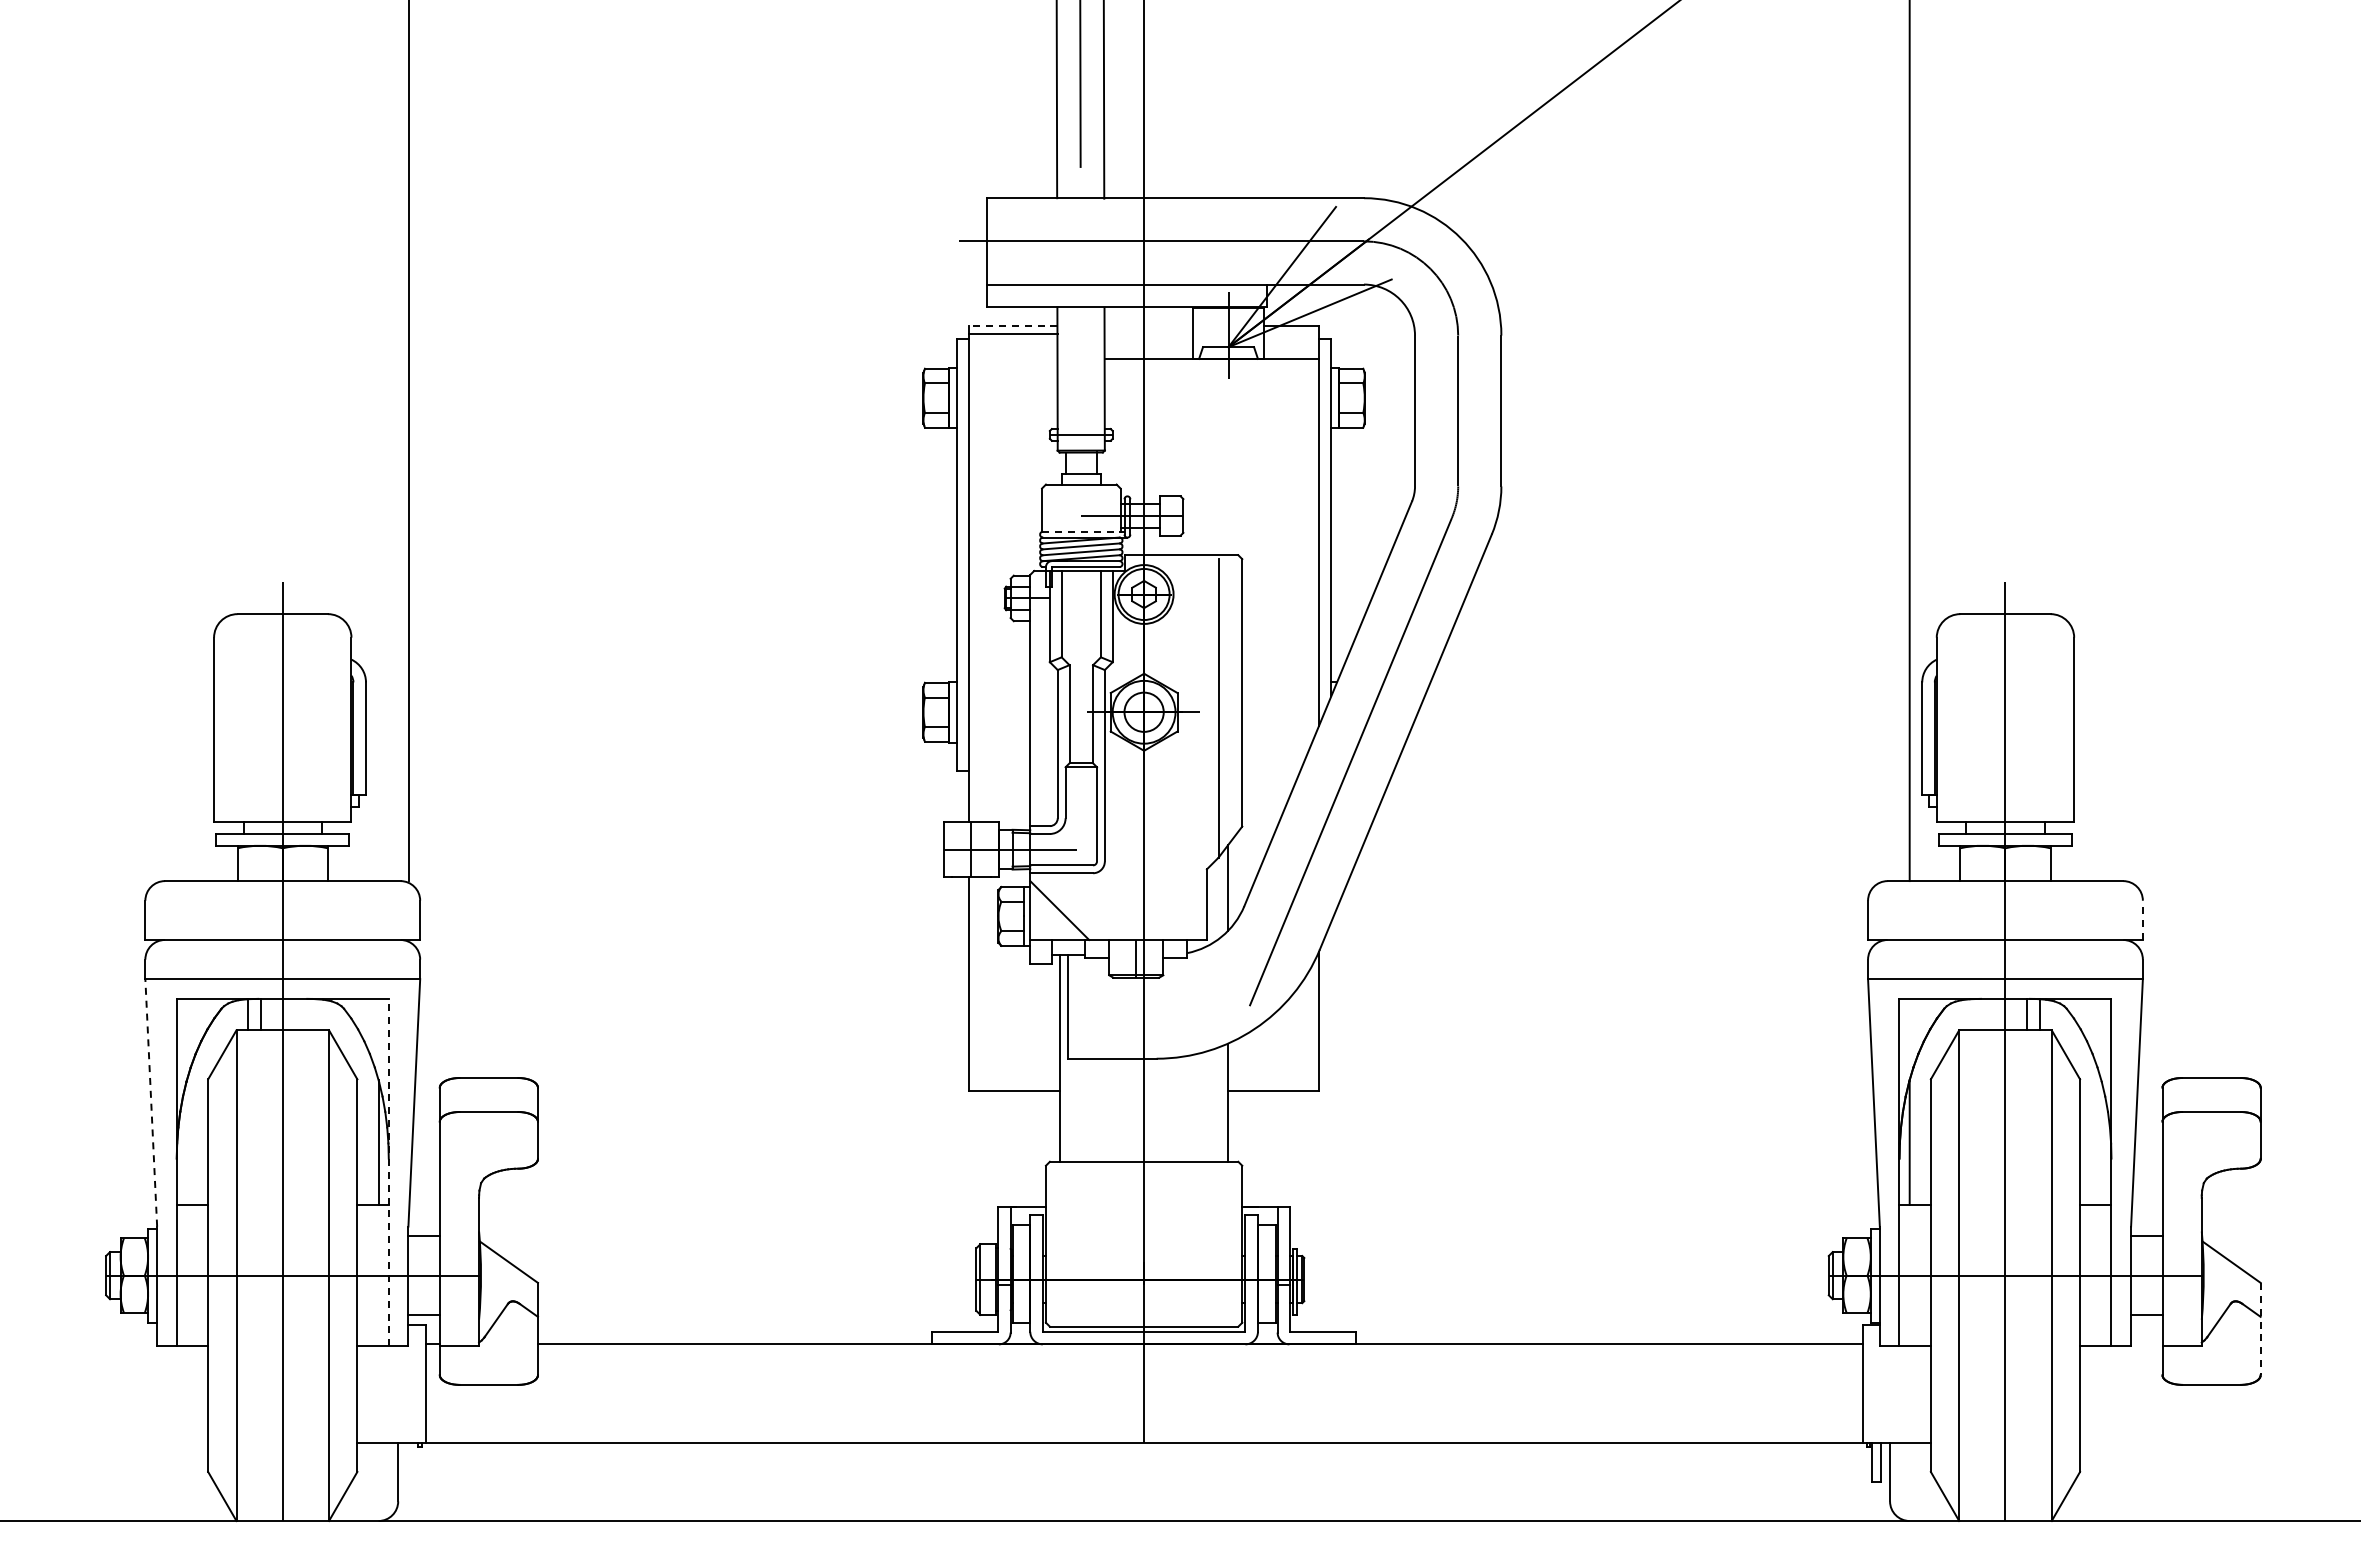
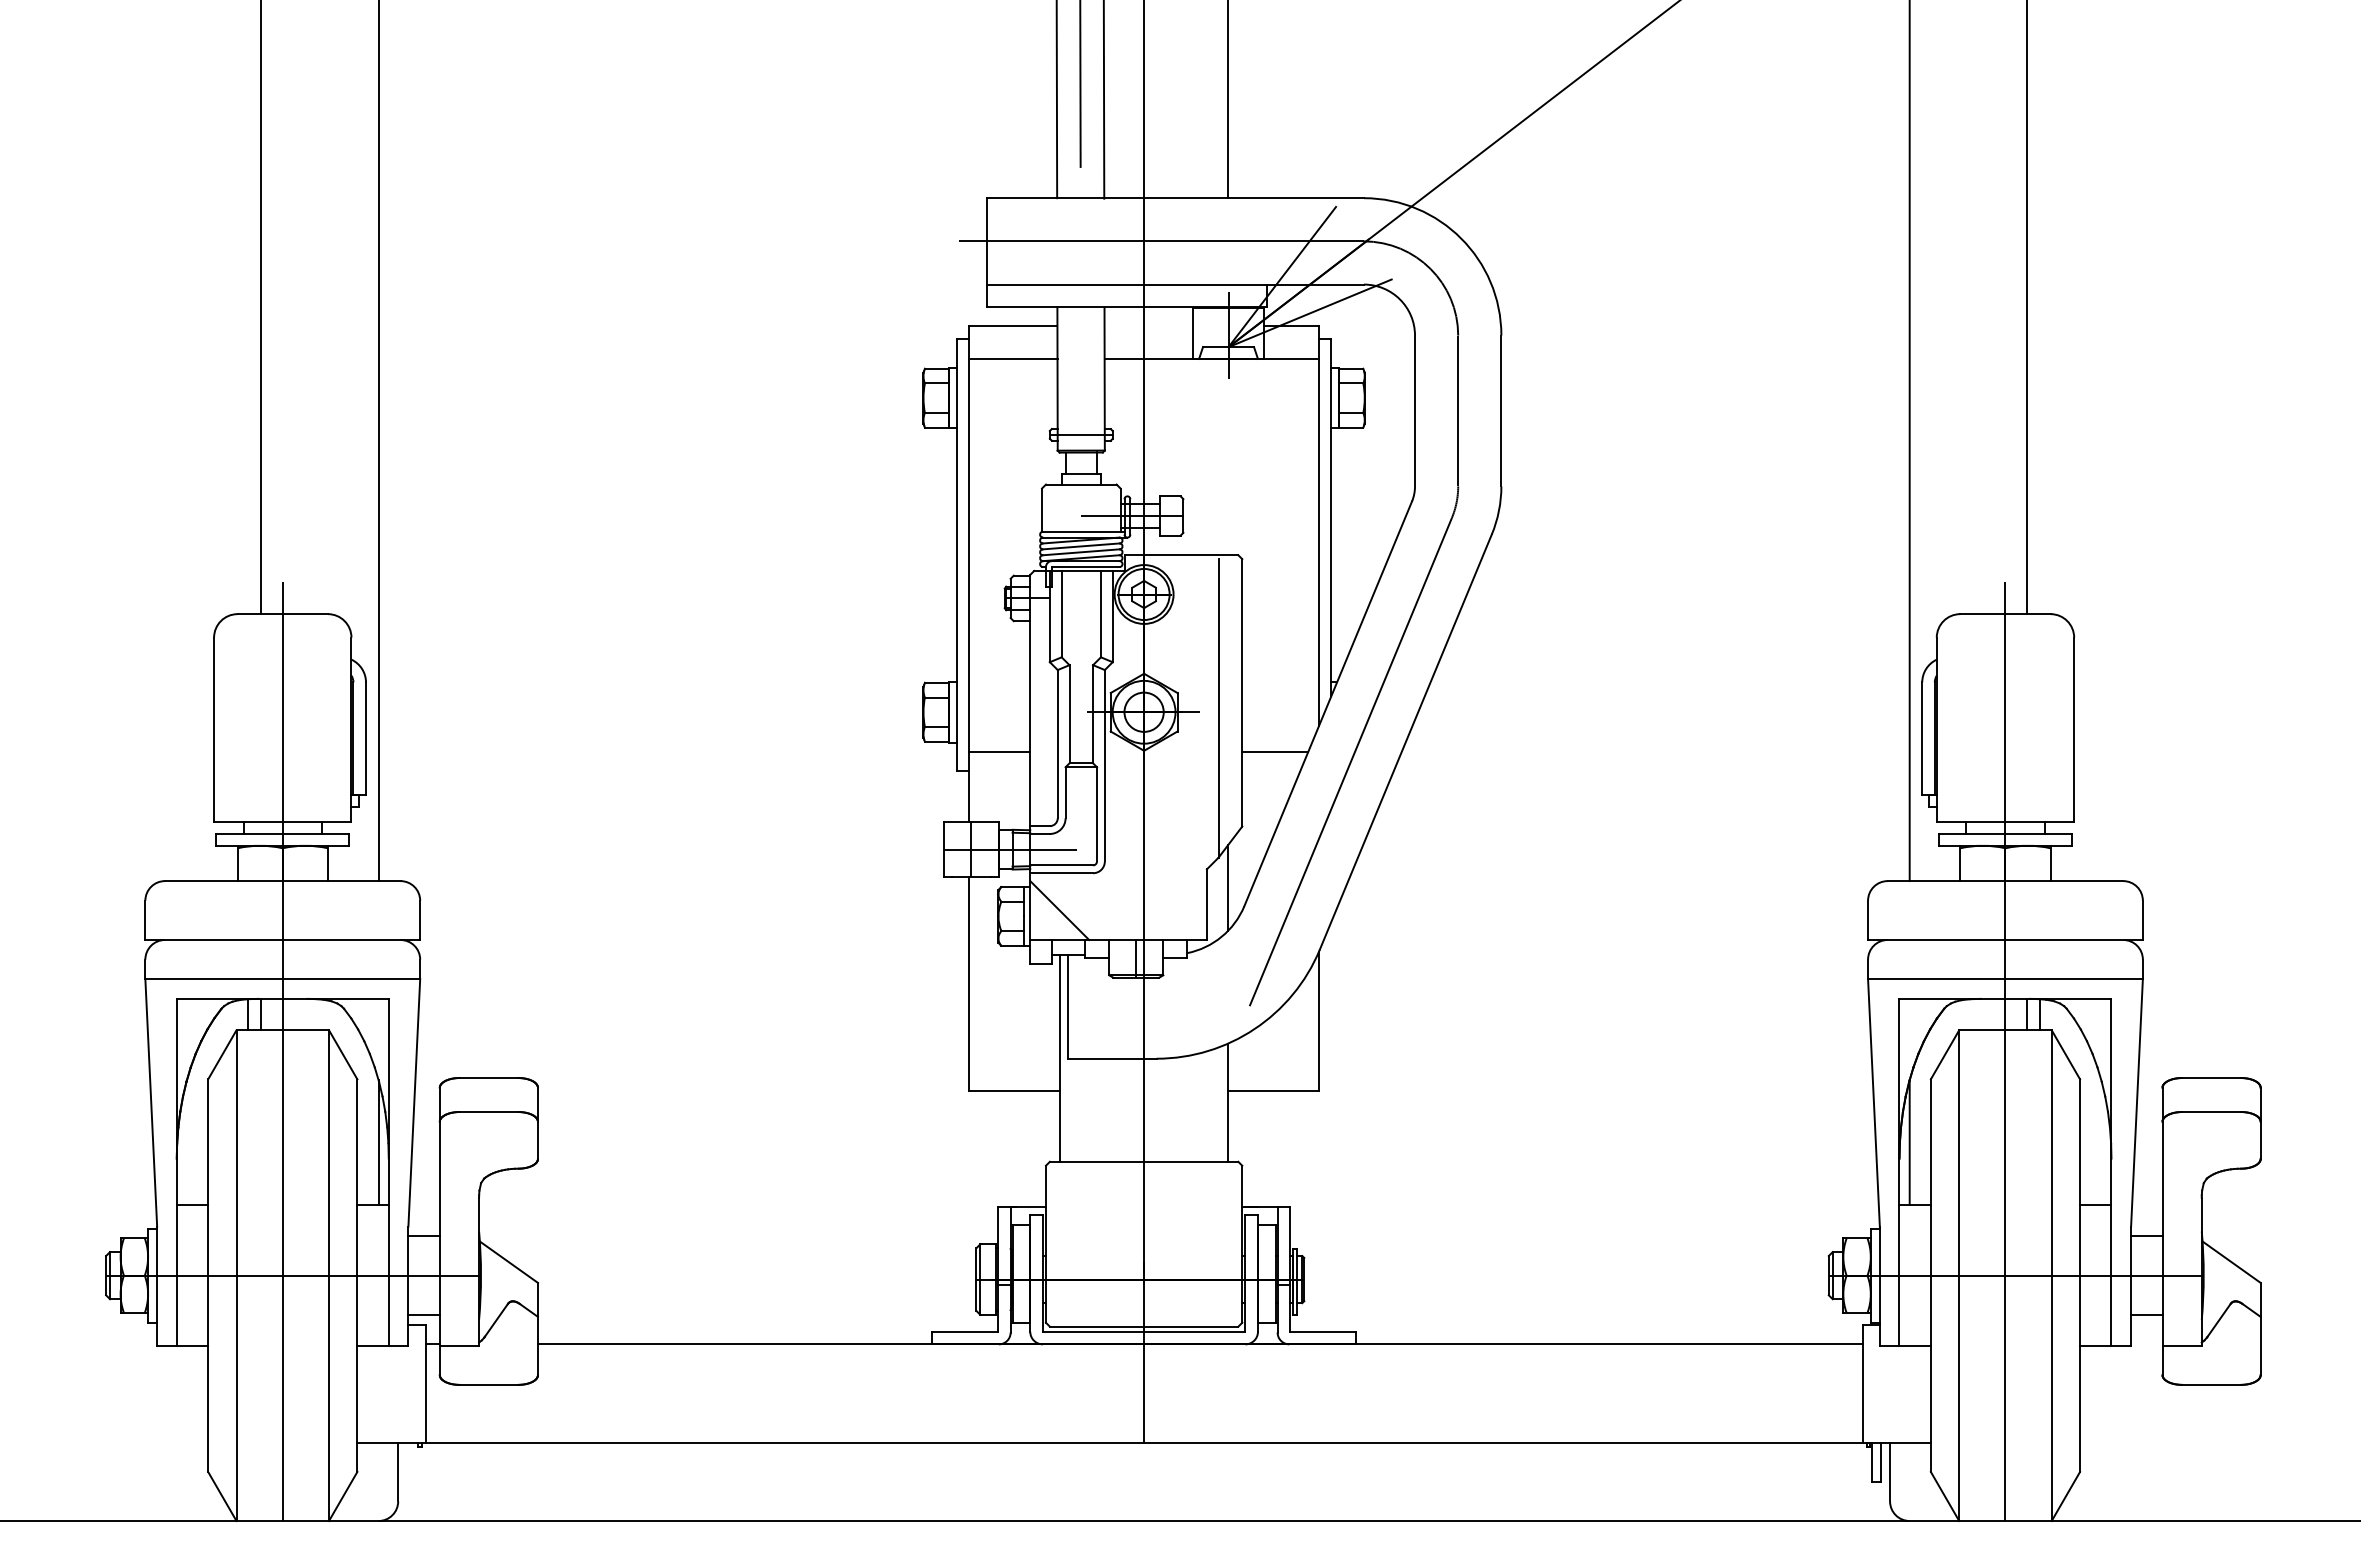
line at (1227, 100): none -> present
line at (260, 308): none -> present
line at (2027, 308): none -> present
line at (1012, 325): dashed -> solid
line at (1013, 333) position: (1013, 333) -> (1013, 358)
line at (408, 441) position: (408, 441) -> (378, 441)
line at (1083, 531): dashed -> solid
line at (999, 751): none -> present
line at (1275, 751): none -> present
line at (2142, 920): dashed -> solid
line at (151, 1102): dashed -> solid
line at (388, 1172): dashed -> solid
line at (2260, 1329): dashed -> solid
